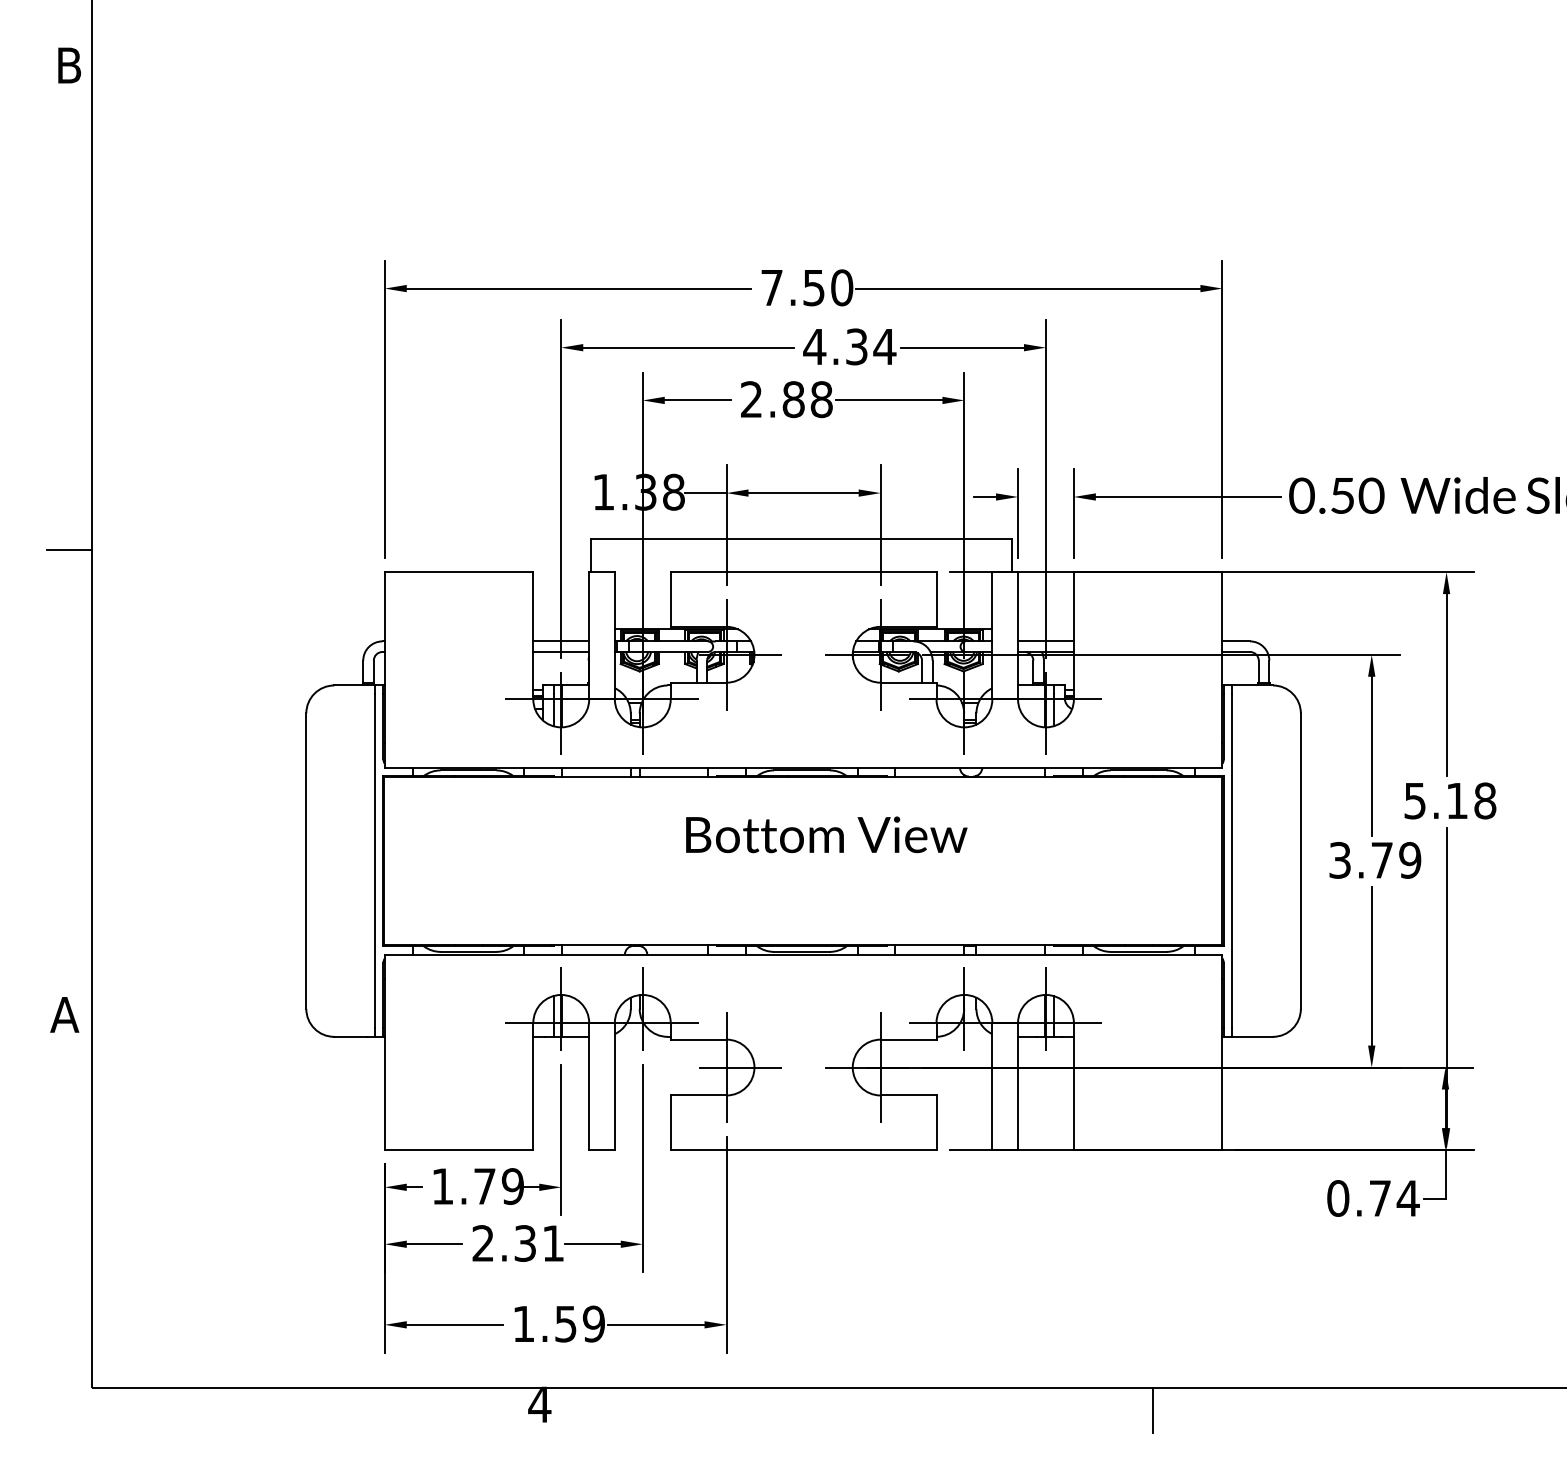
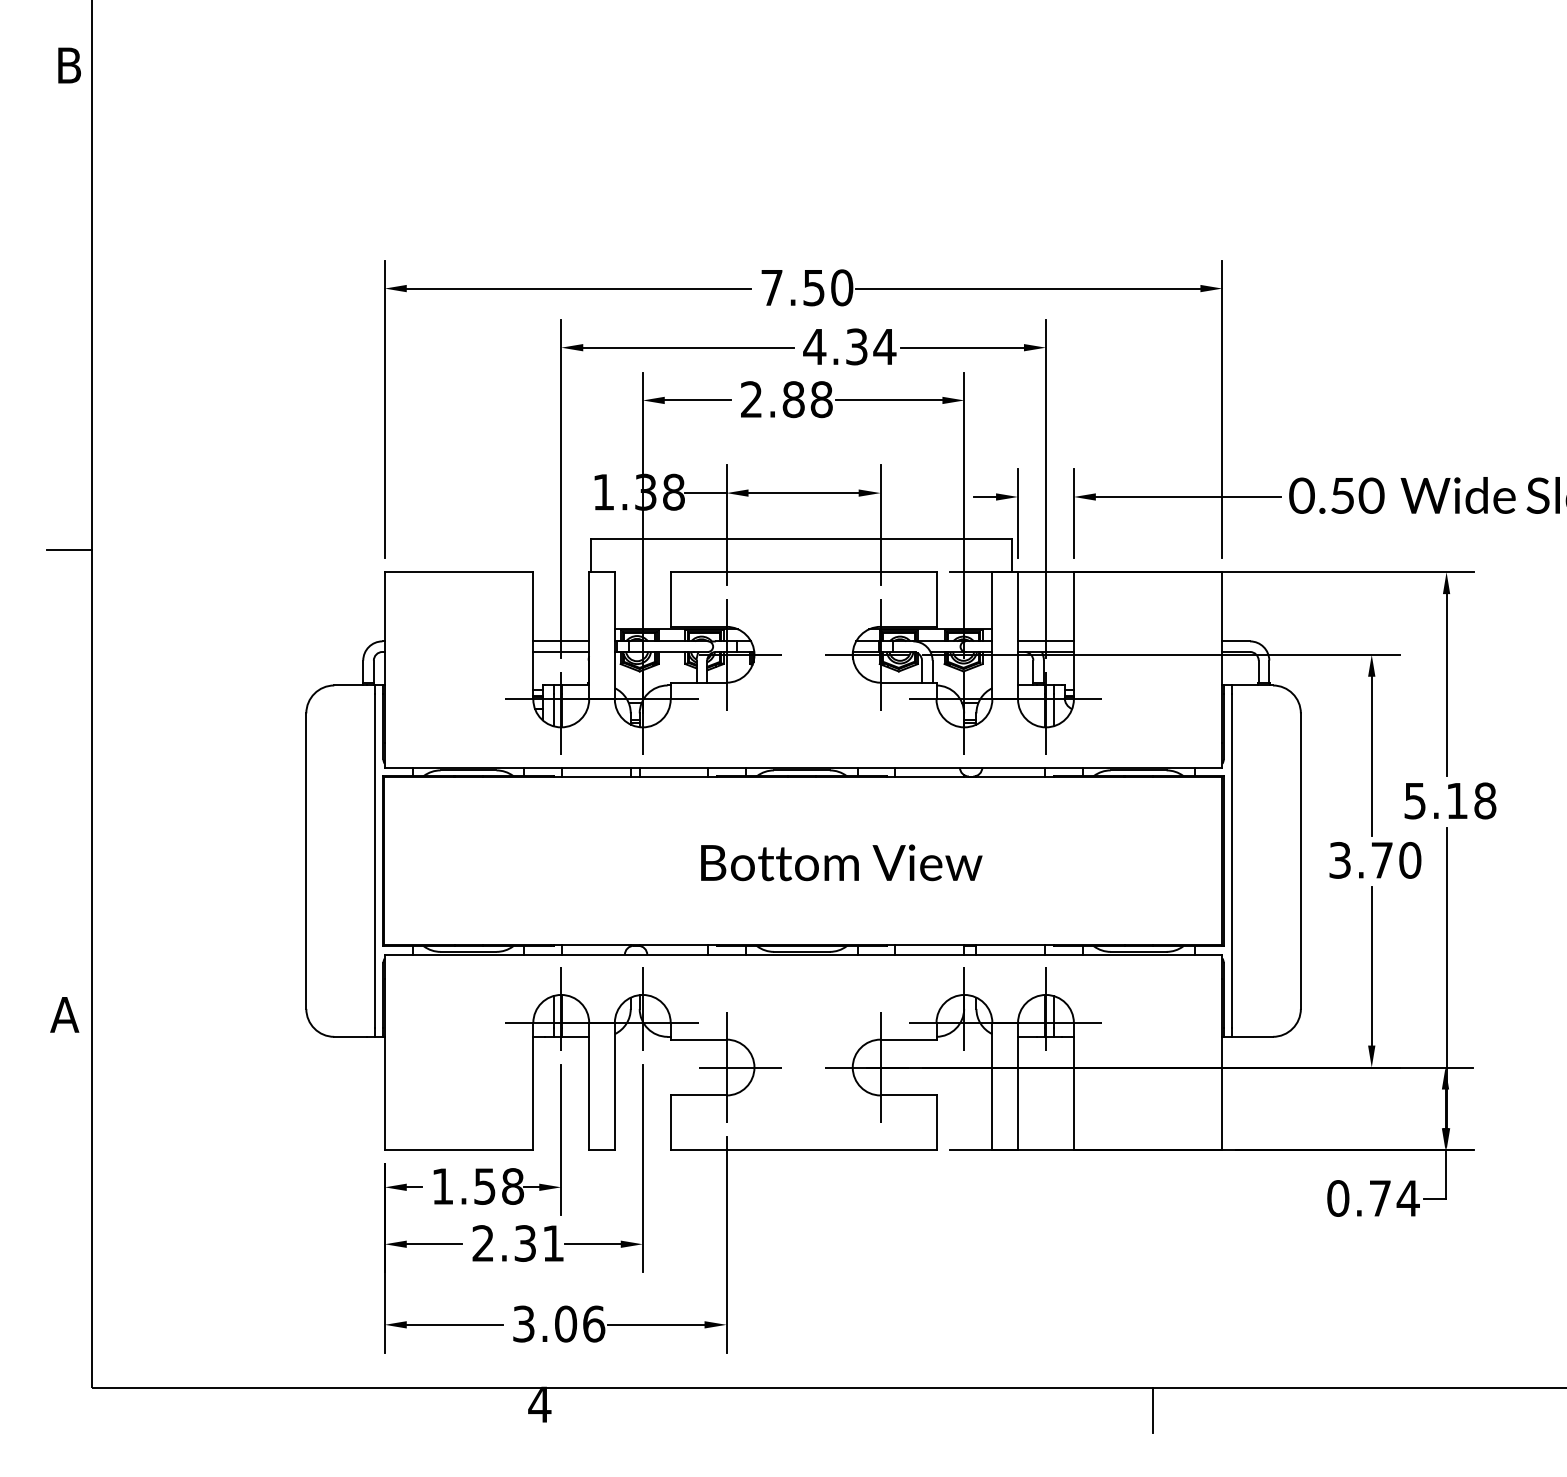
text at (826, 834) position: (826, 834) -> (841, 862)
text at (1410, 860): 3.79 -> 3.70
text at (499, 1186): 1.79 -> 1.58
text at (559, 1323): 1.59 -> 3.06
